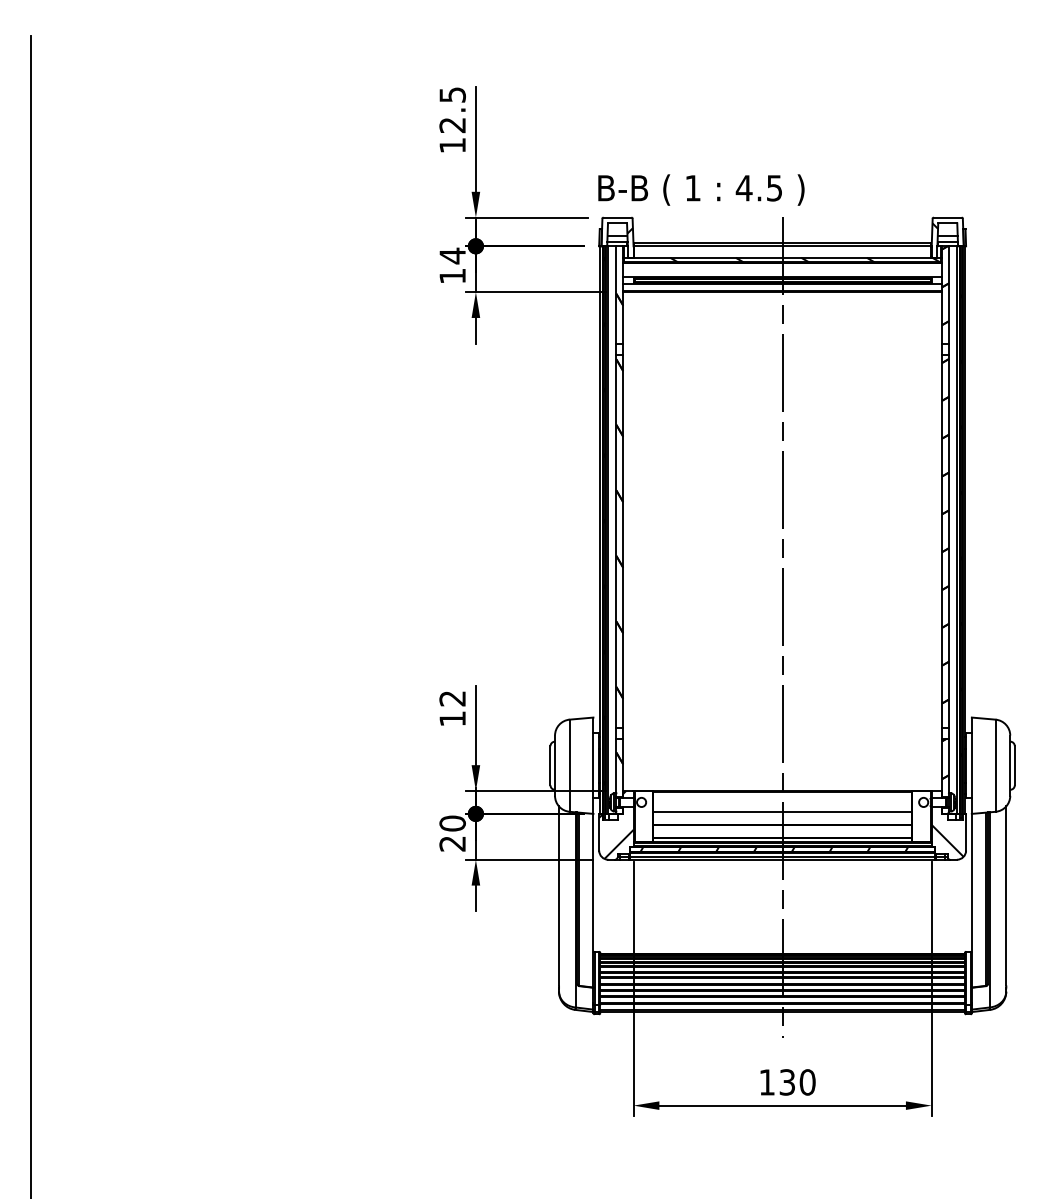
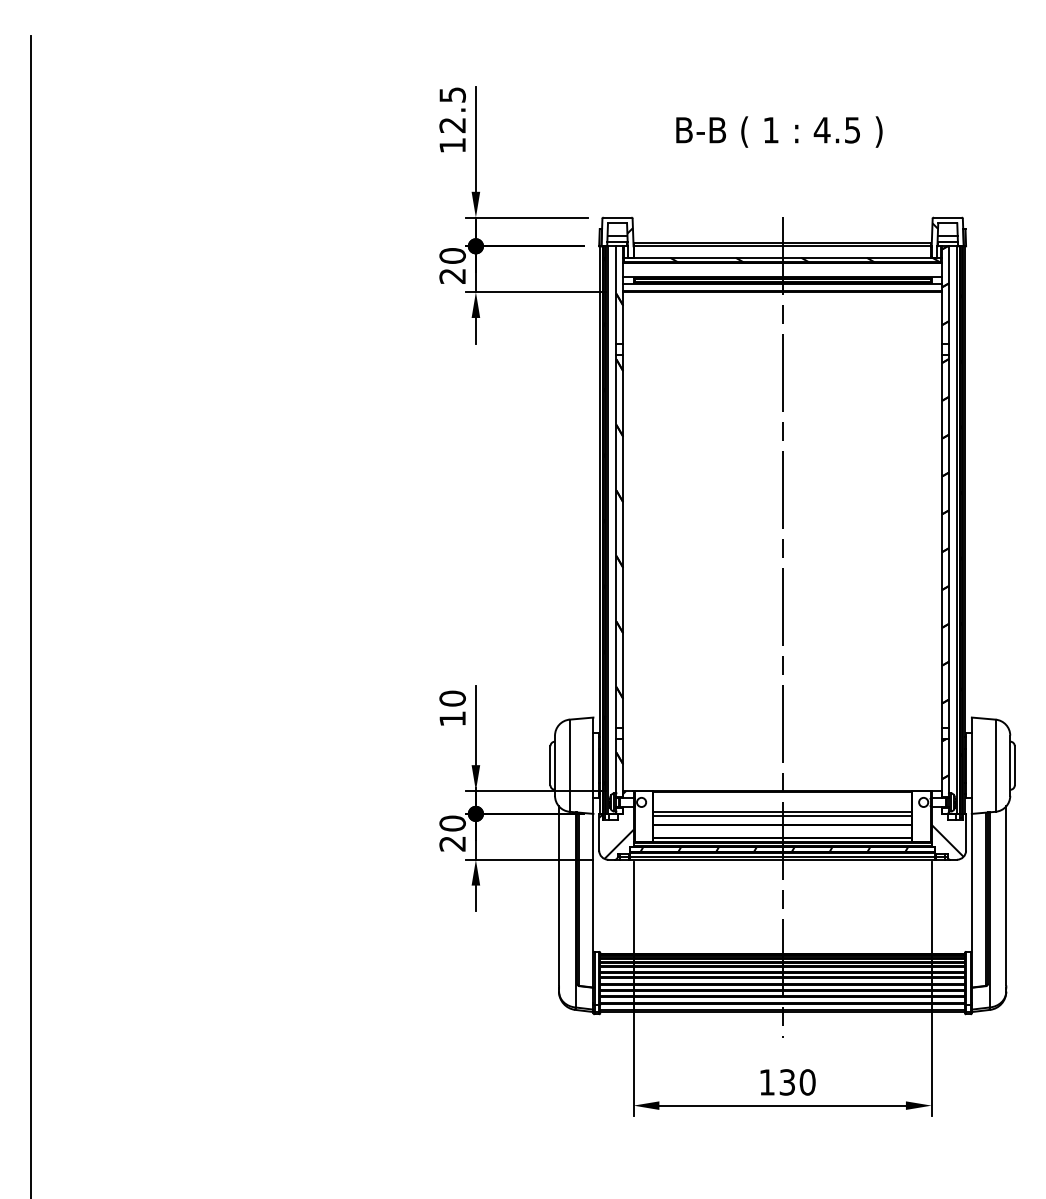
text at (701, 189) position: (701, 189) -> (779, 131)
text at (452, 265): 14 -> 20
text at (452, 698): 12 -> 10
line at (782, 816): none -> present
